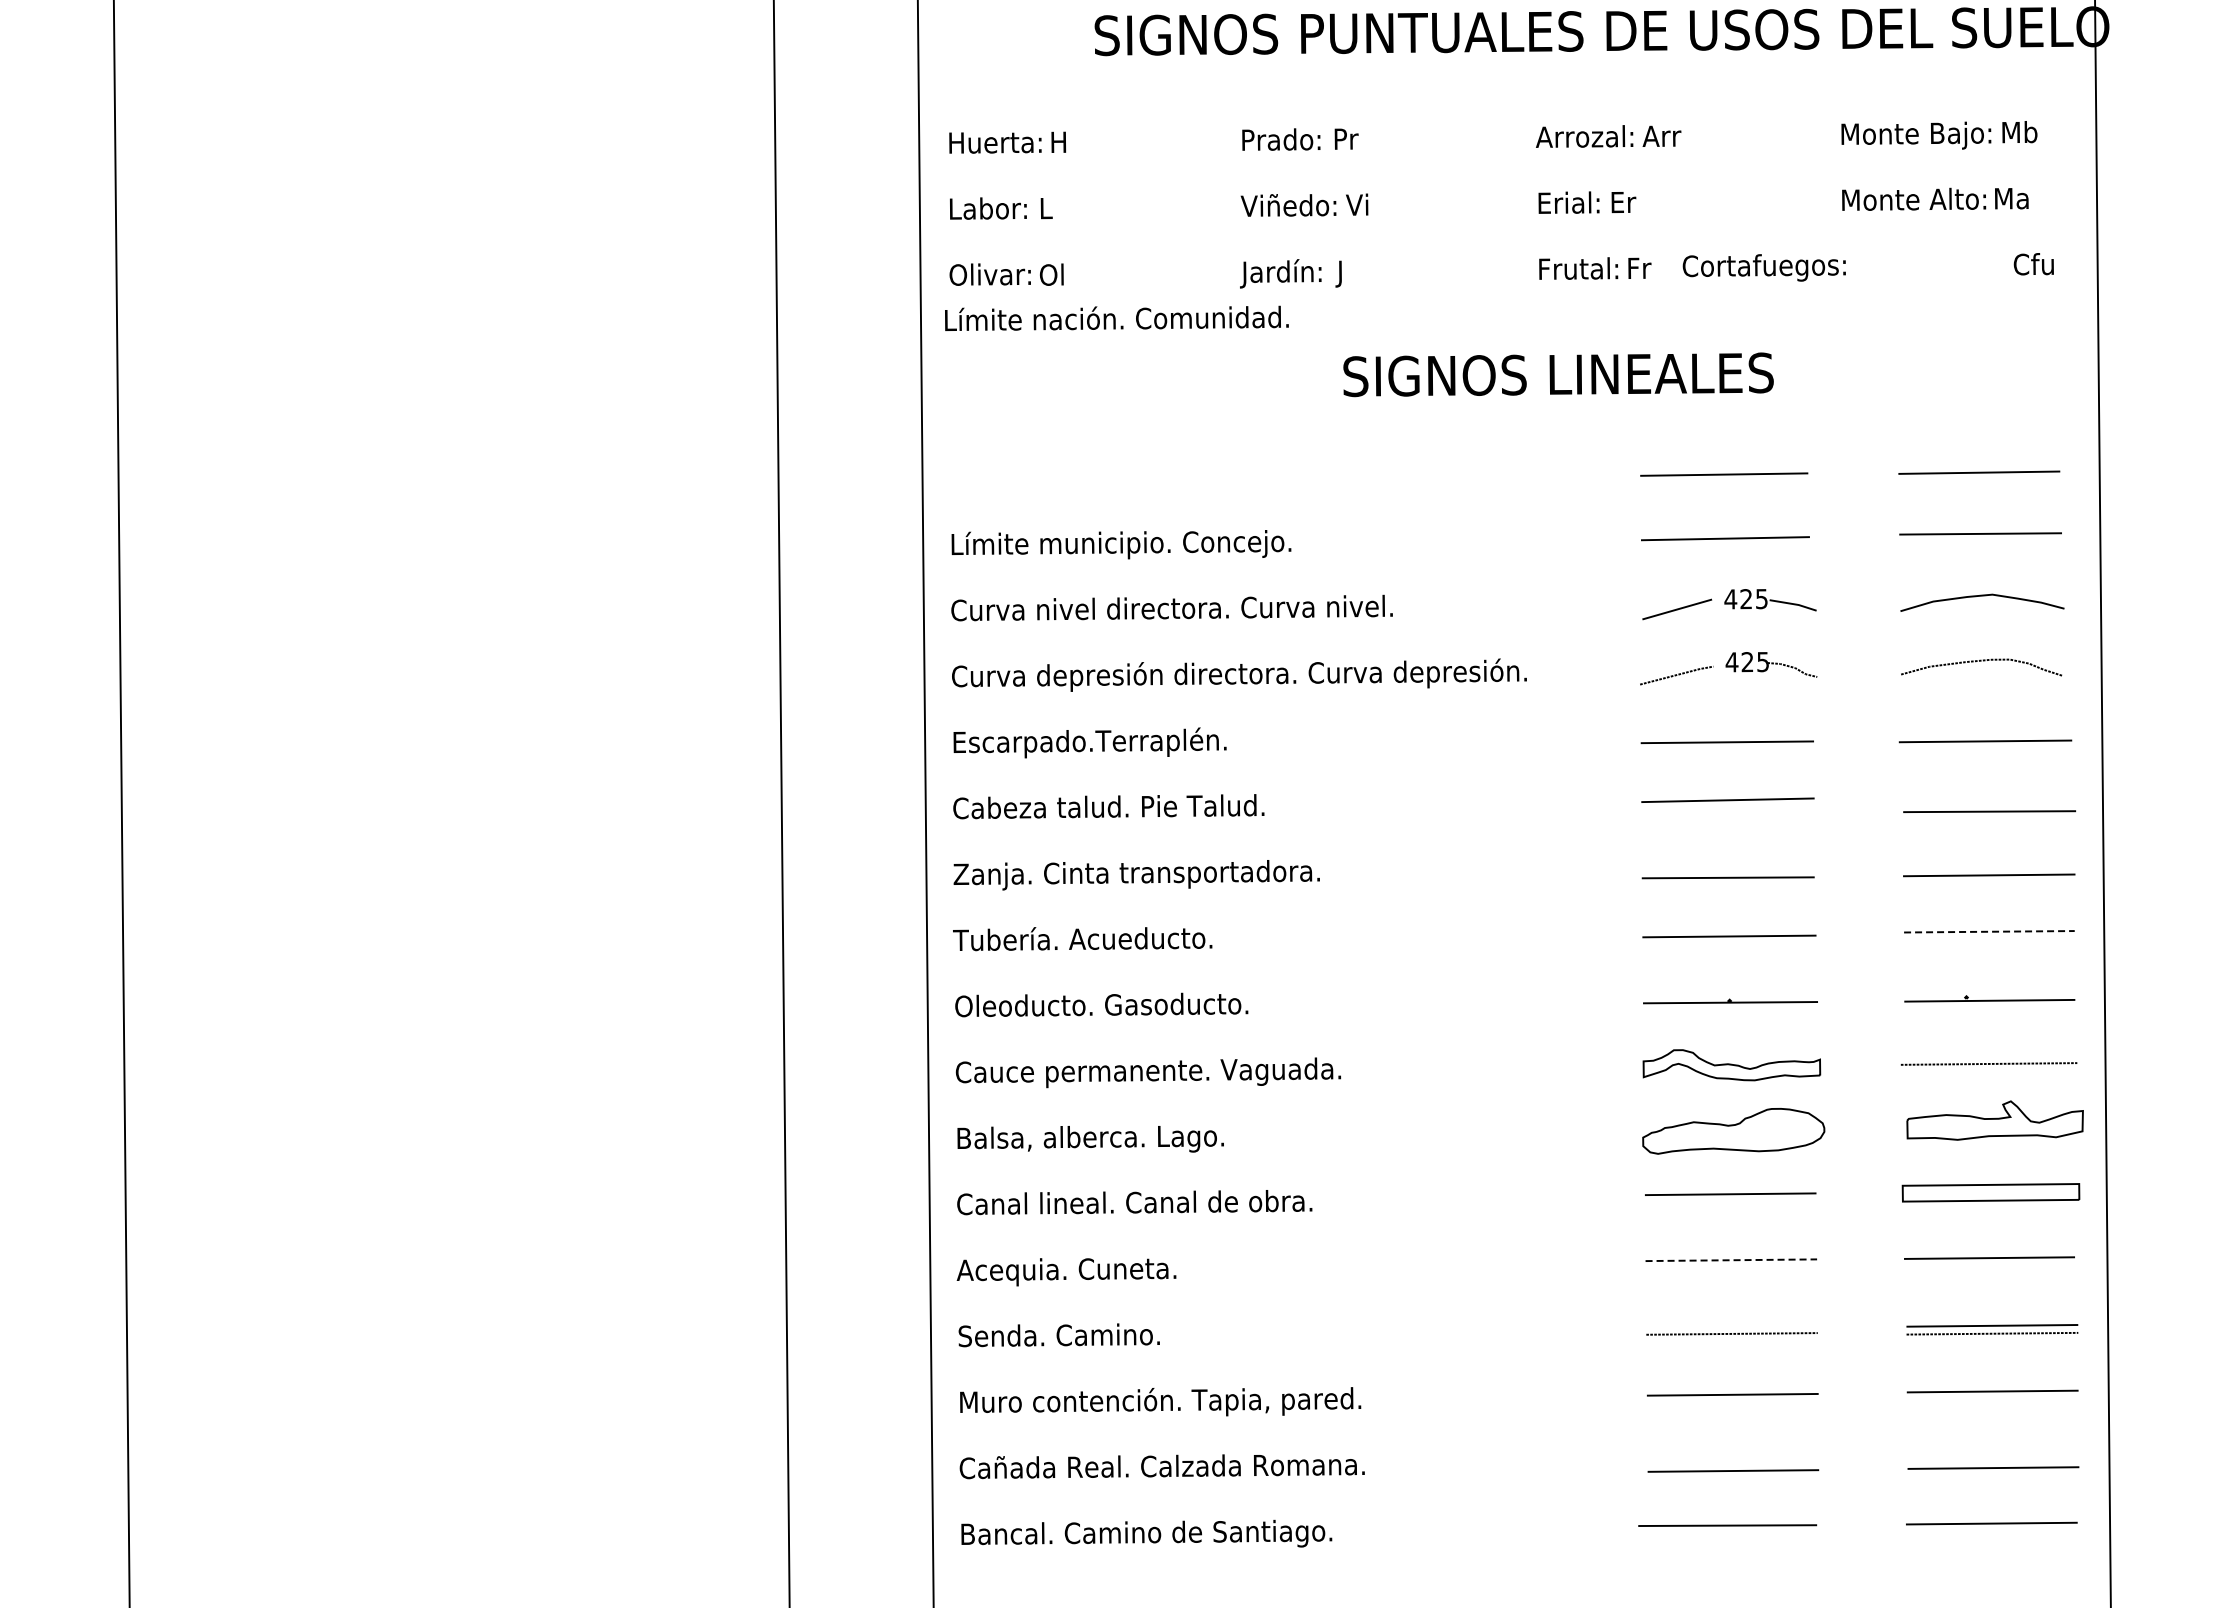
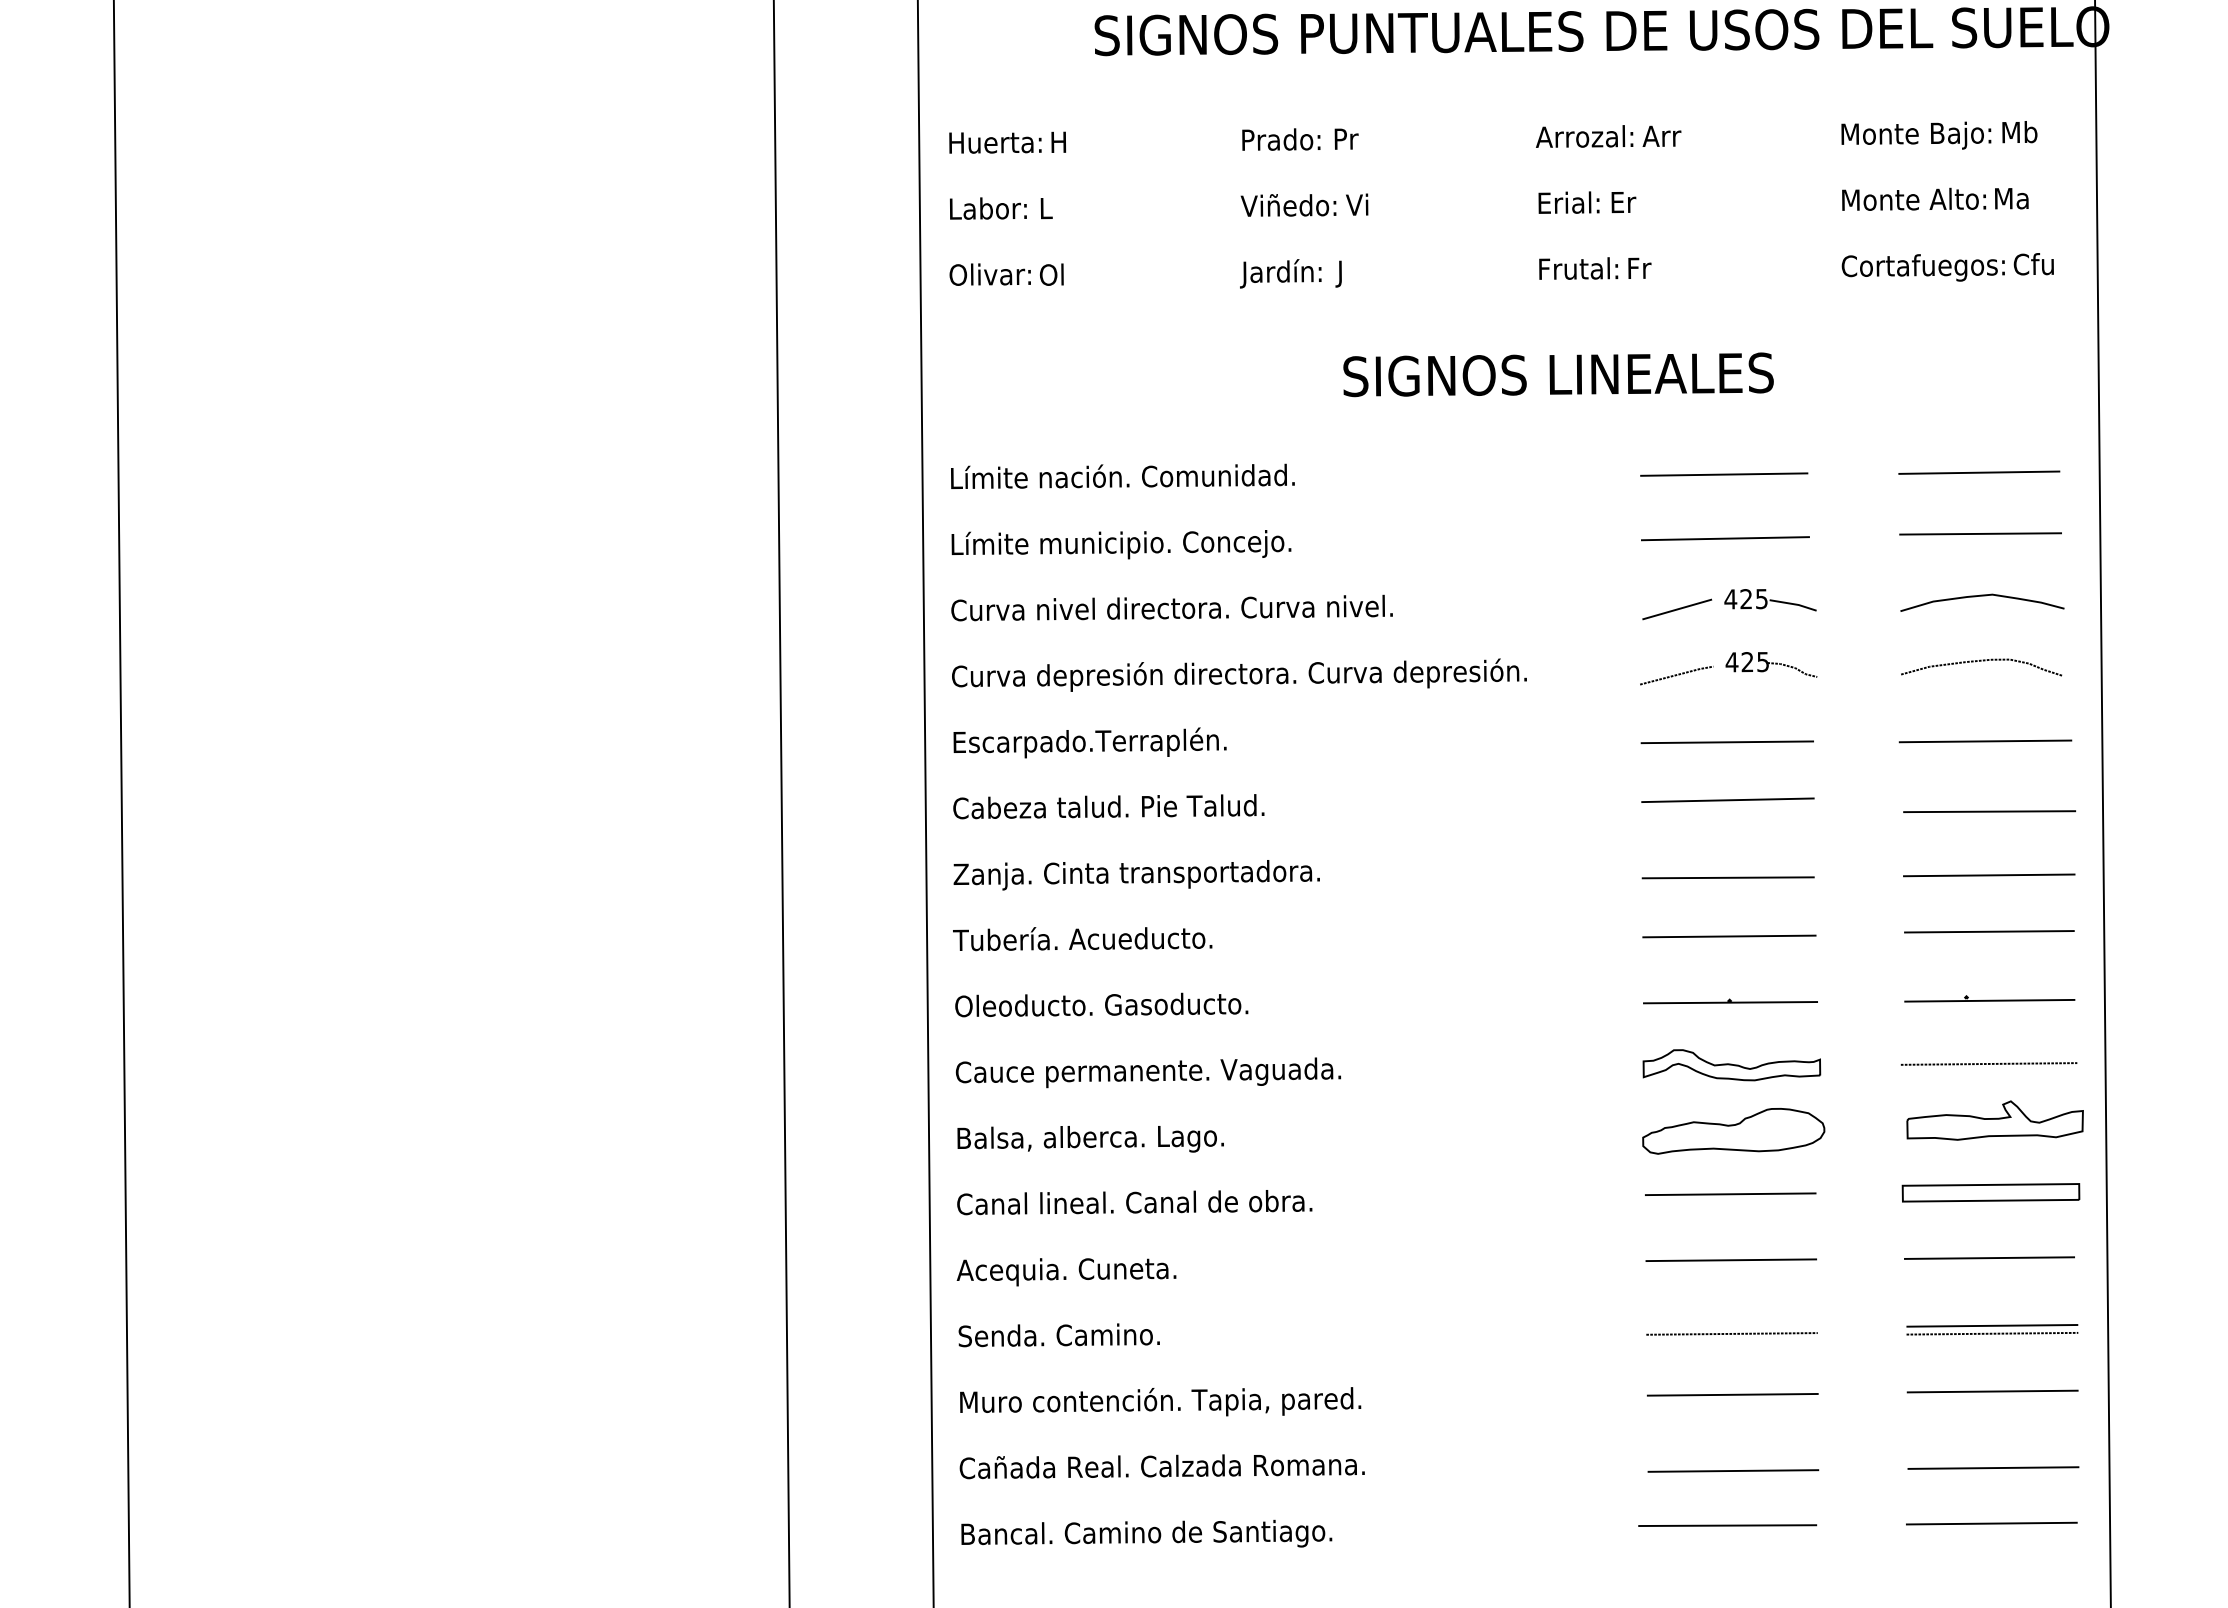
text at (1763, 267) position: (1763, 267) -> (1922, 267)
text at (1116, 317) position: (1116, 317) -> (1122, 475)
line at (1989, 931): dashed -> solid
line at (1731, 1260): dashed -> solid
